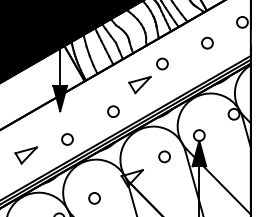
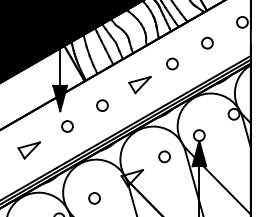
circle at (162, 63) position: (162, 63) -> (172, 63)
circle at (113, 111) position: (113, 111) -> (102, 105)
circle at (67, 139) position: (67, 139) -> (67, 126)
part at (25, 155) position: (25, 155) -> (28, 150)
